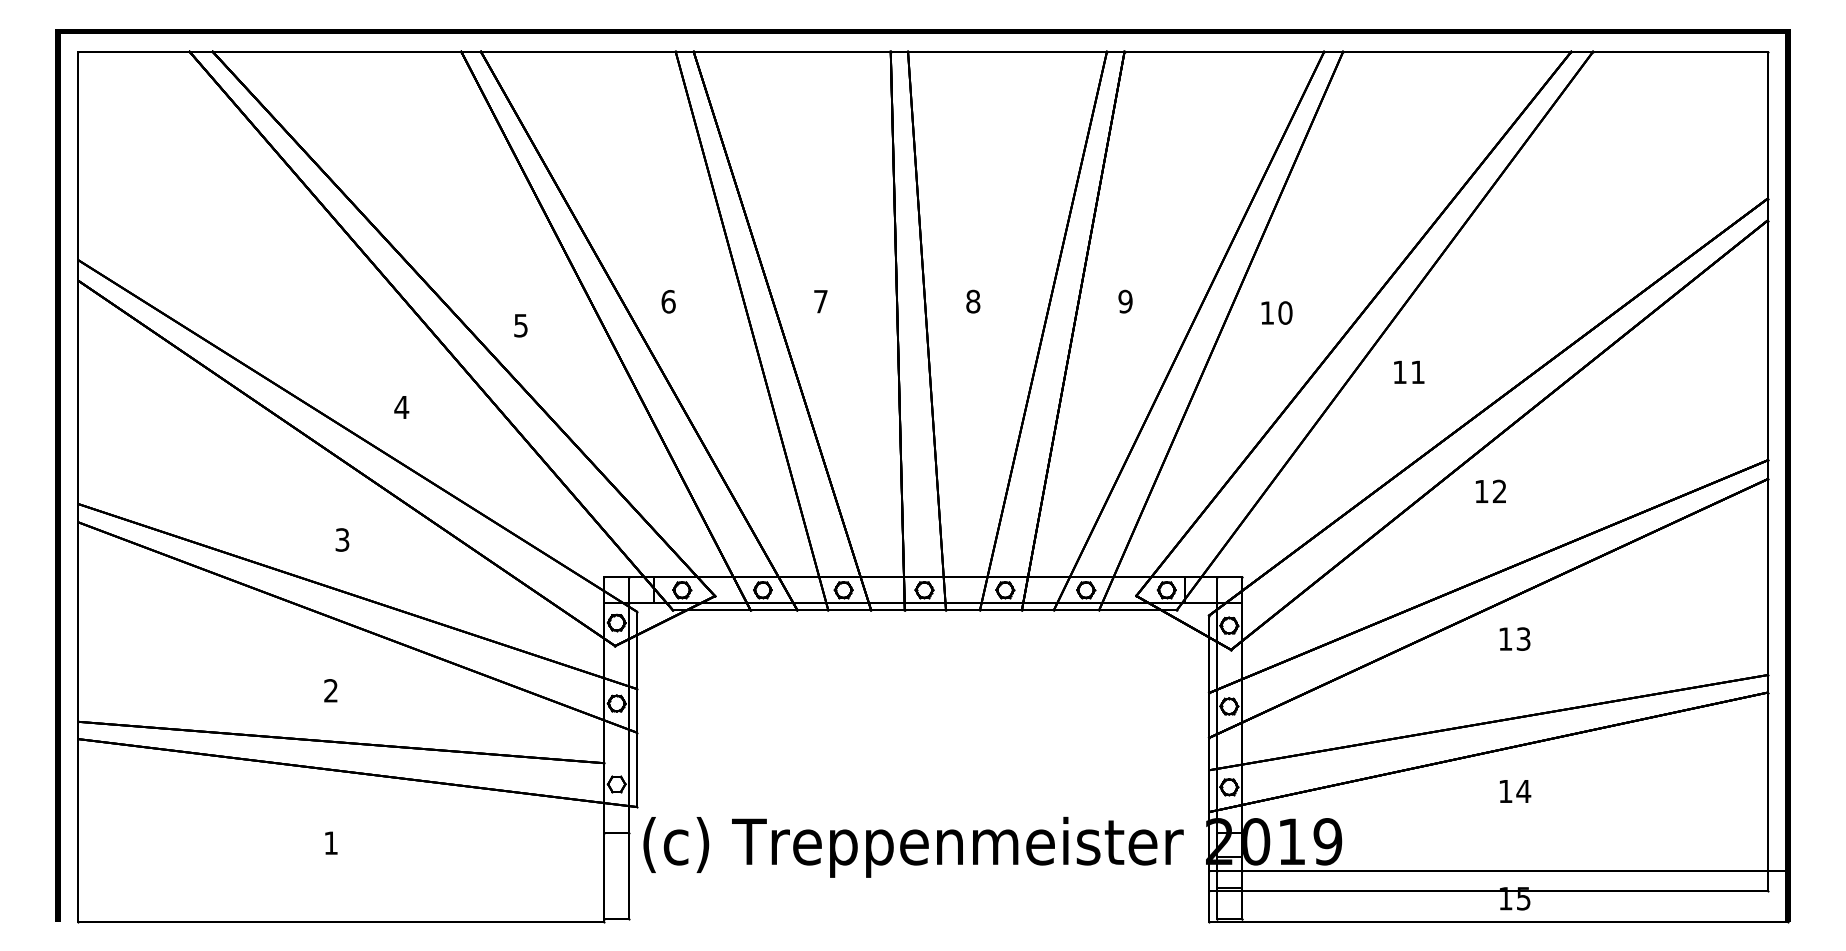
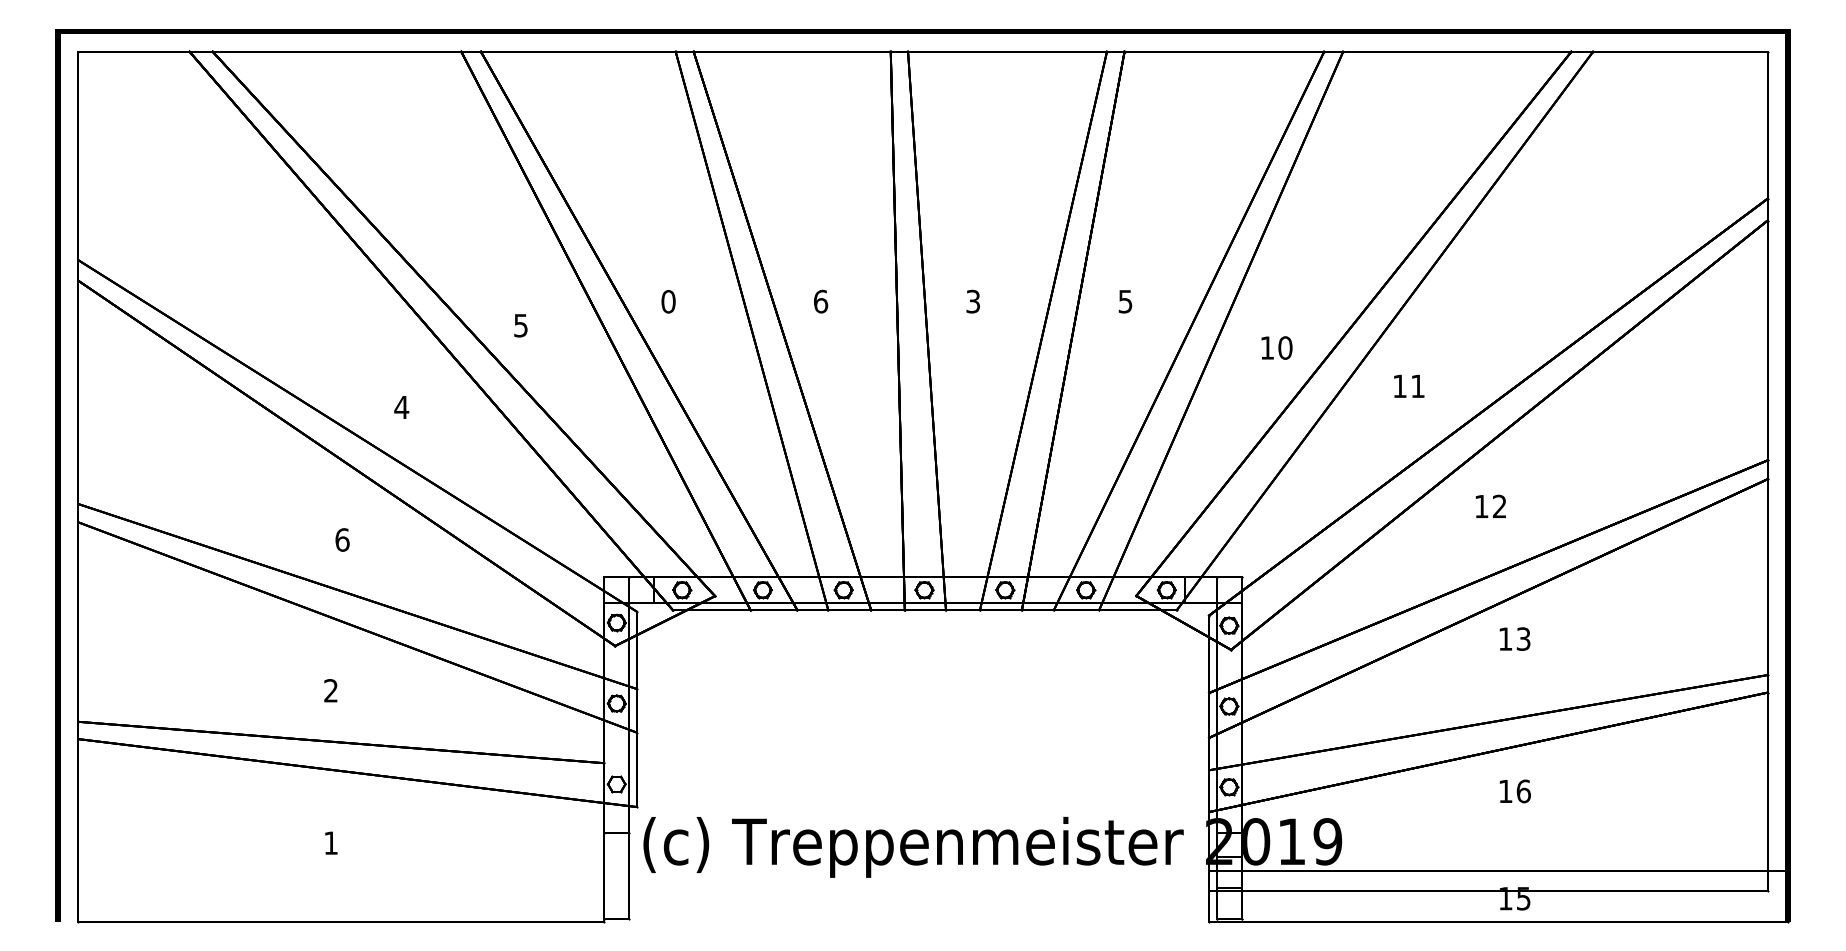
text at (668, 301): 6 -> 0
text at (821, 301): 7 -> 6
text at (973, 301): 8 -> 3
text at (1125, 301): 9 -> 5
text at (1276, 312) position: (1276, 312) -> (1276, 347)
text at (1409, 371) position: (1409, 371) -> (1409, 385)
text at (1490, 490) position: (1490, 490) -> (1490, 505)
text at (342, 539): 3 -> 6
text at (1523, 791): 14 -> 16
